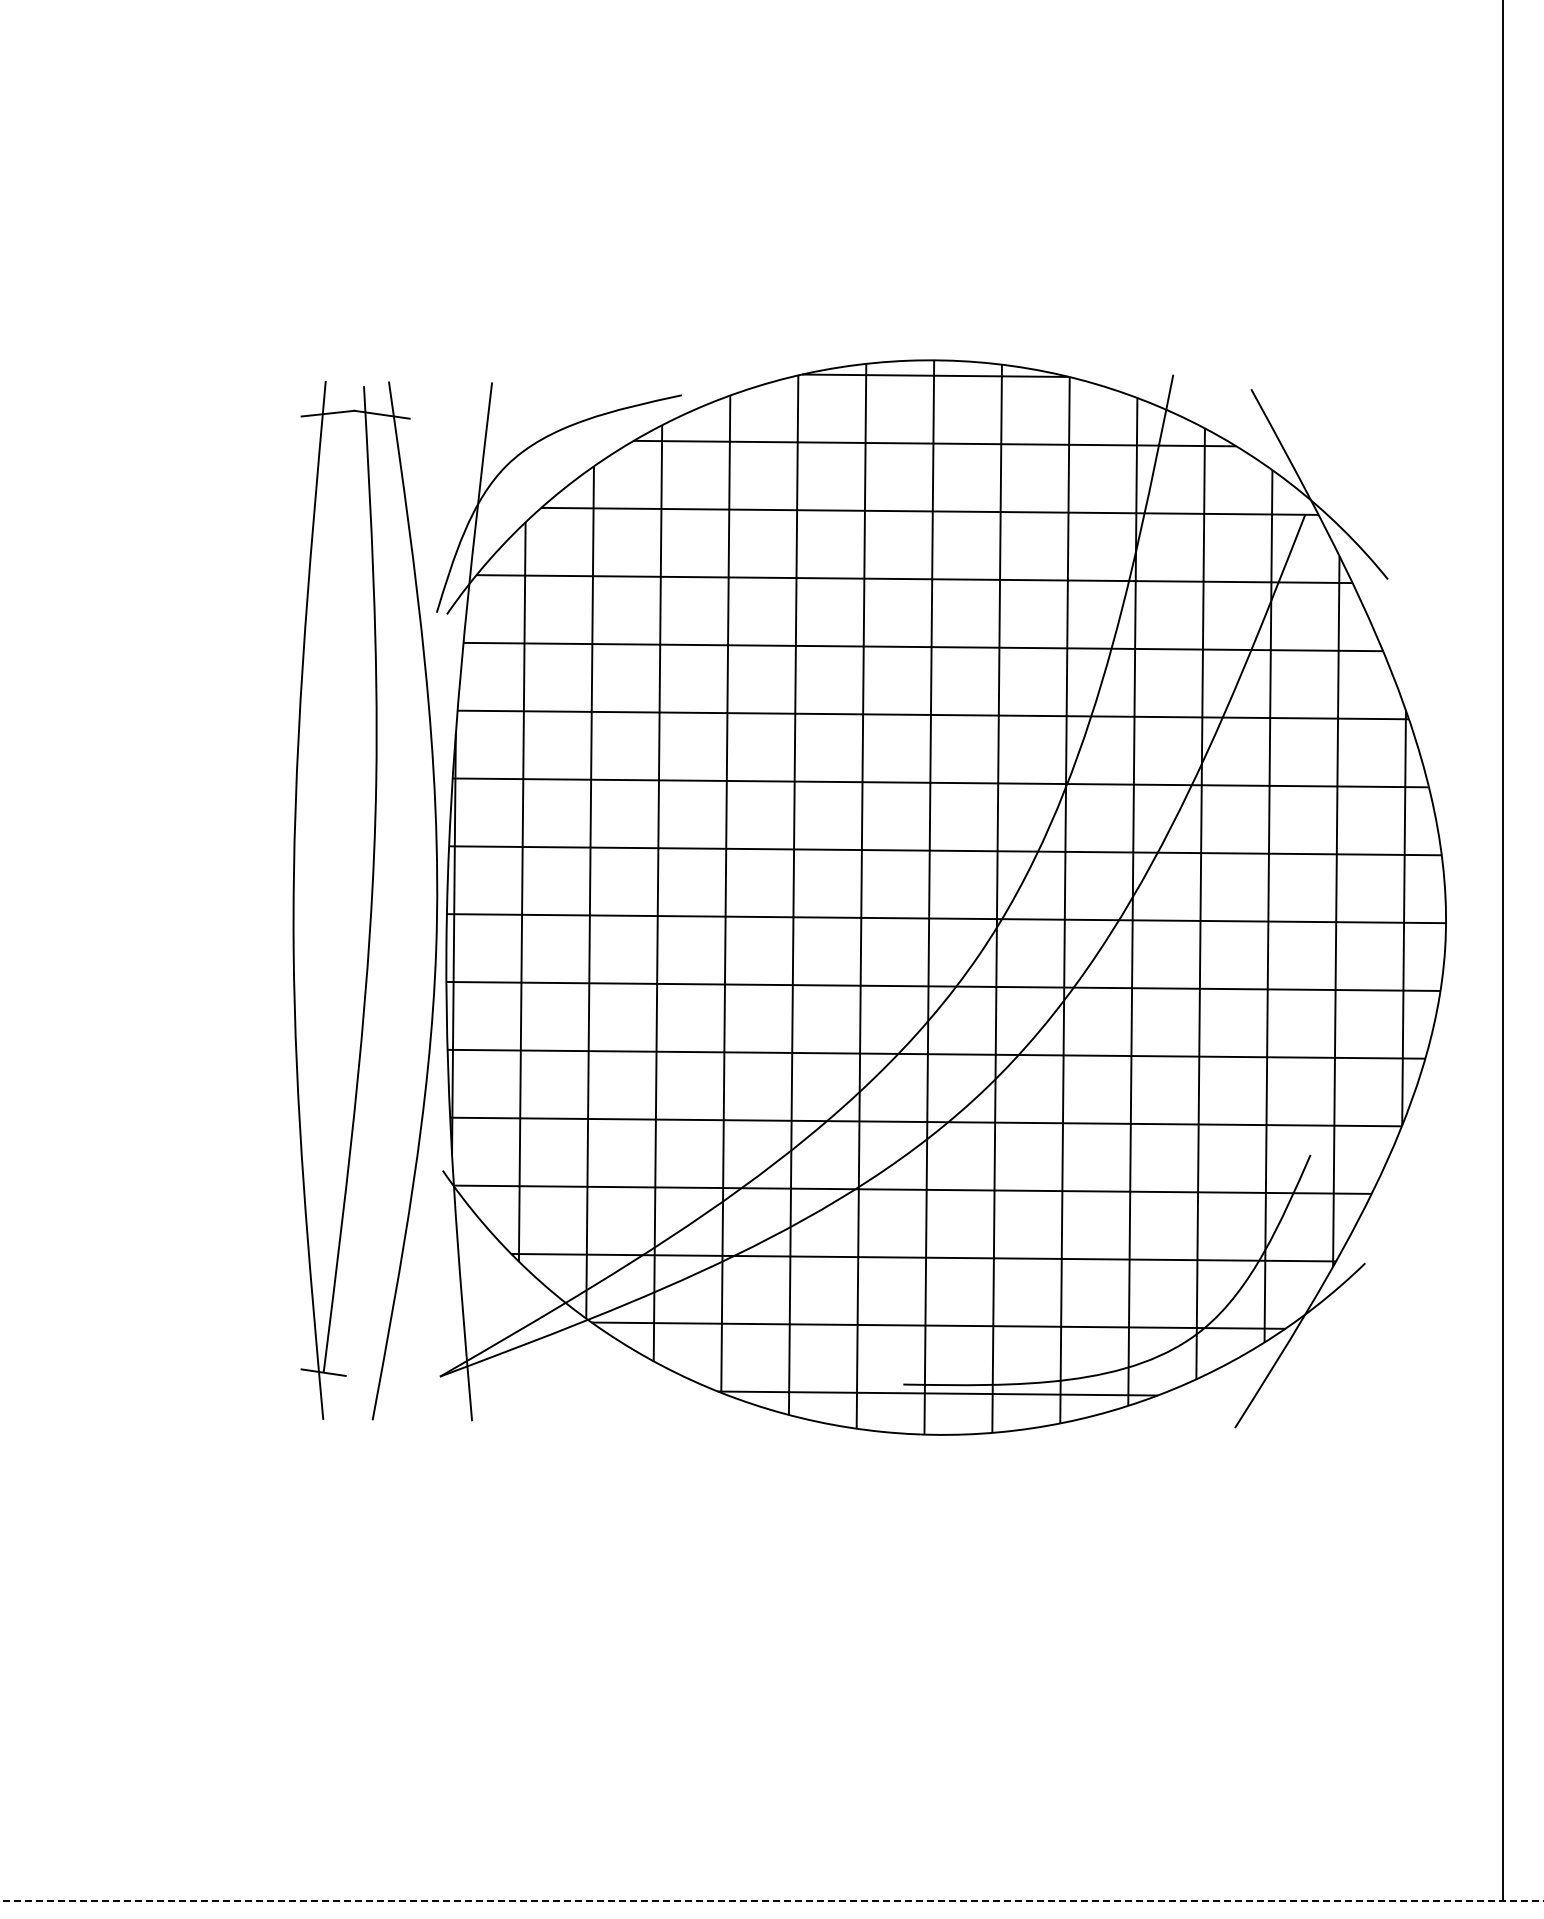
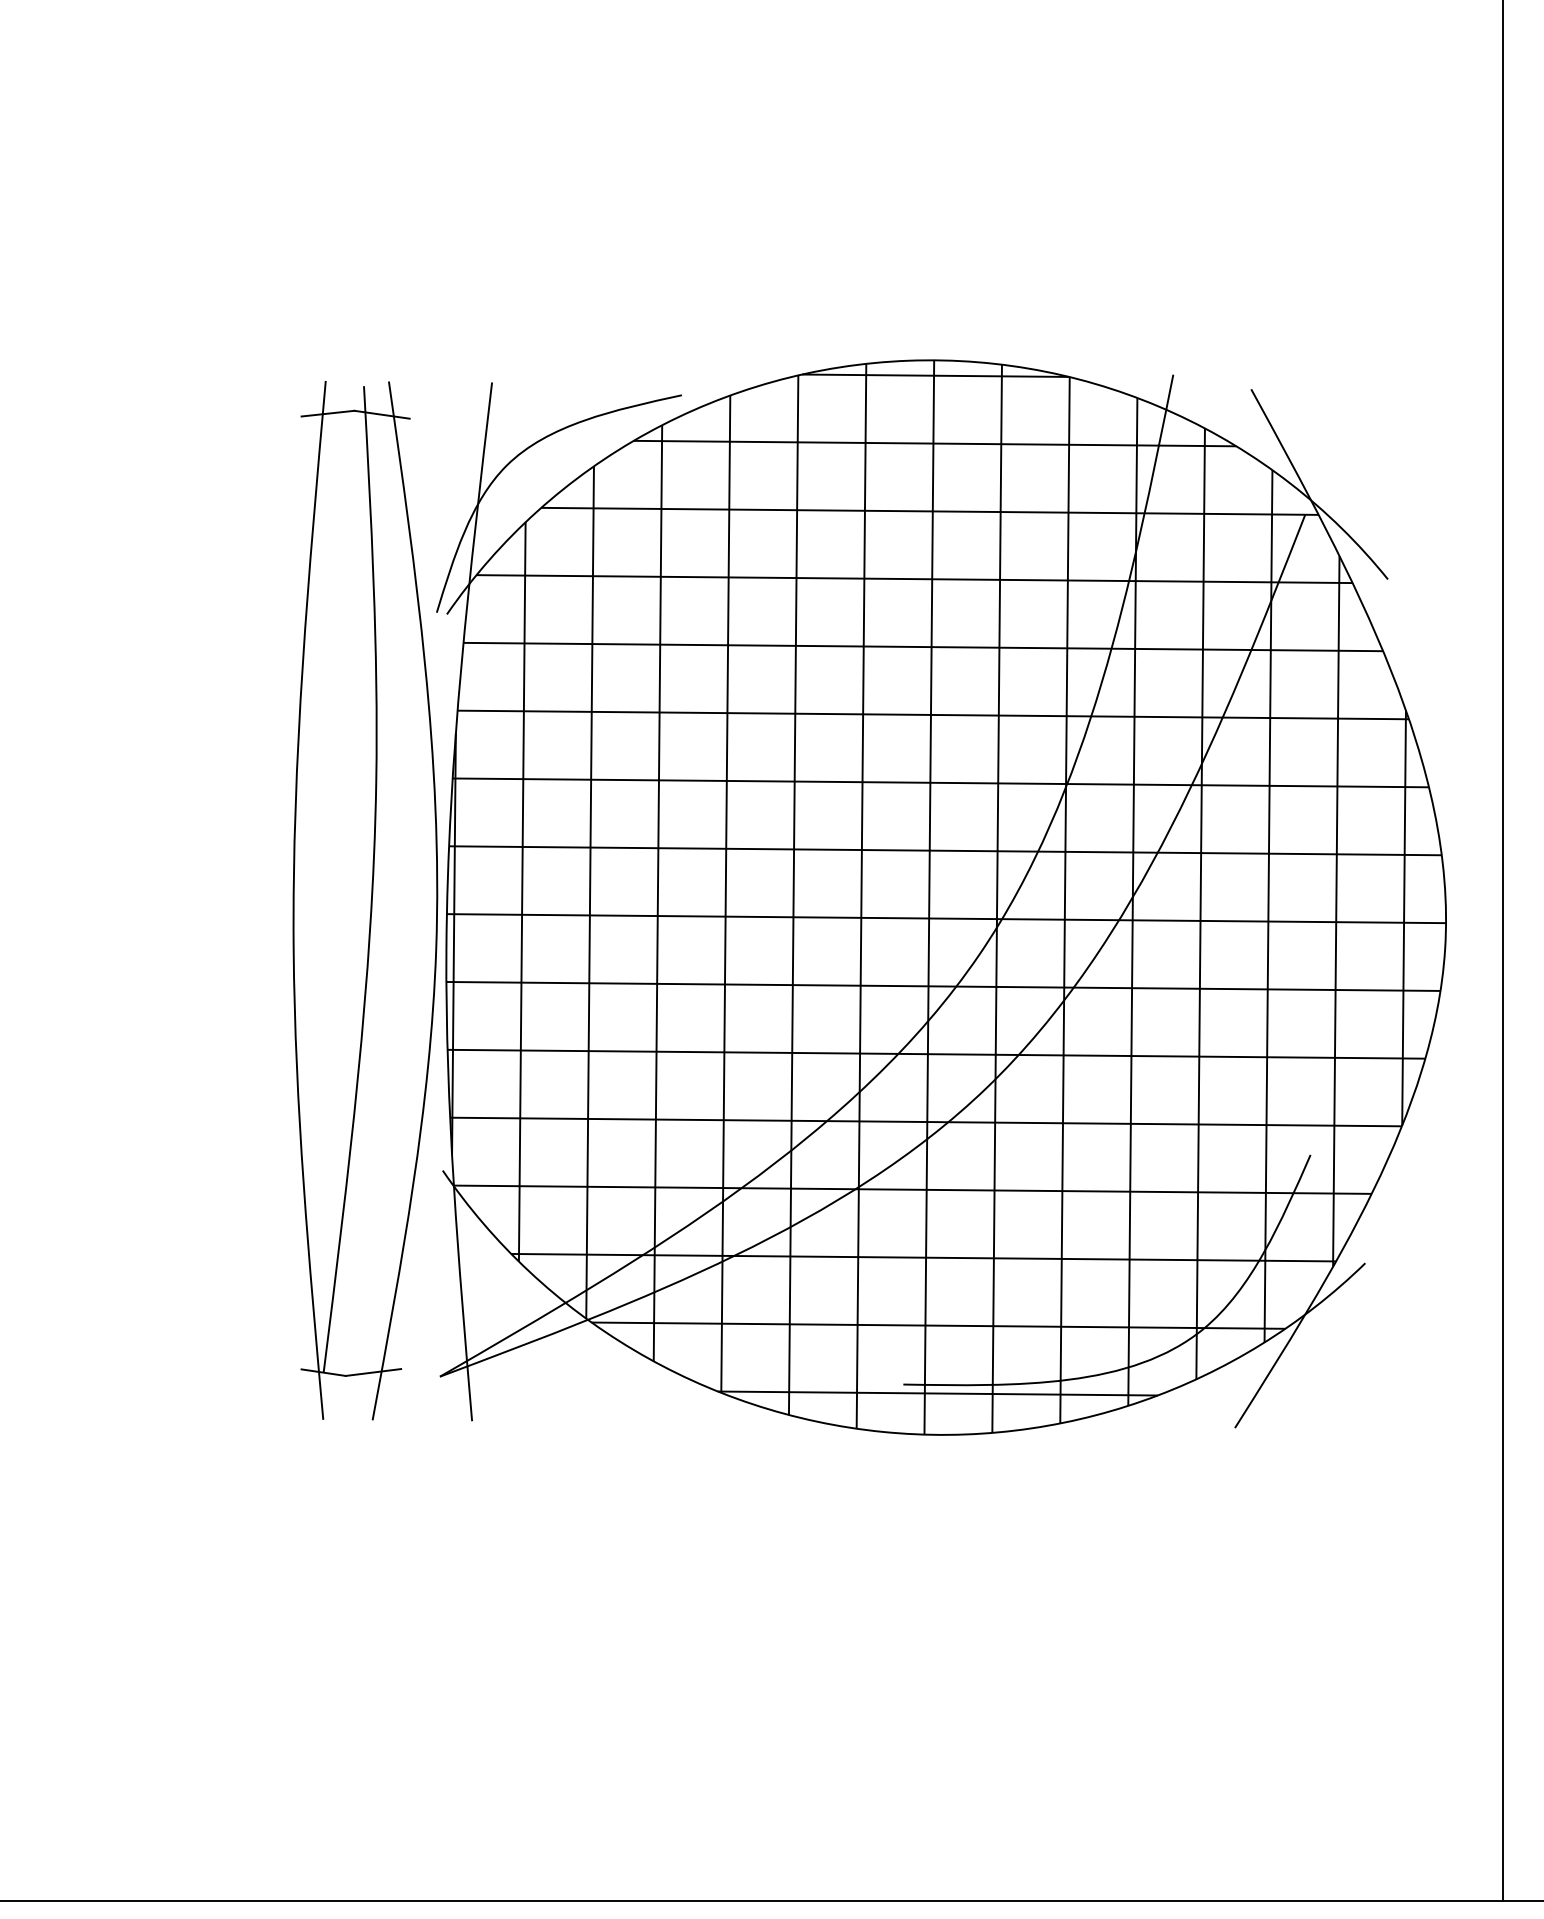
line at (373, 1372): none -> present
line at (771, 1901): dashed -> solid
